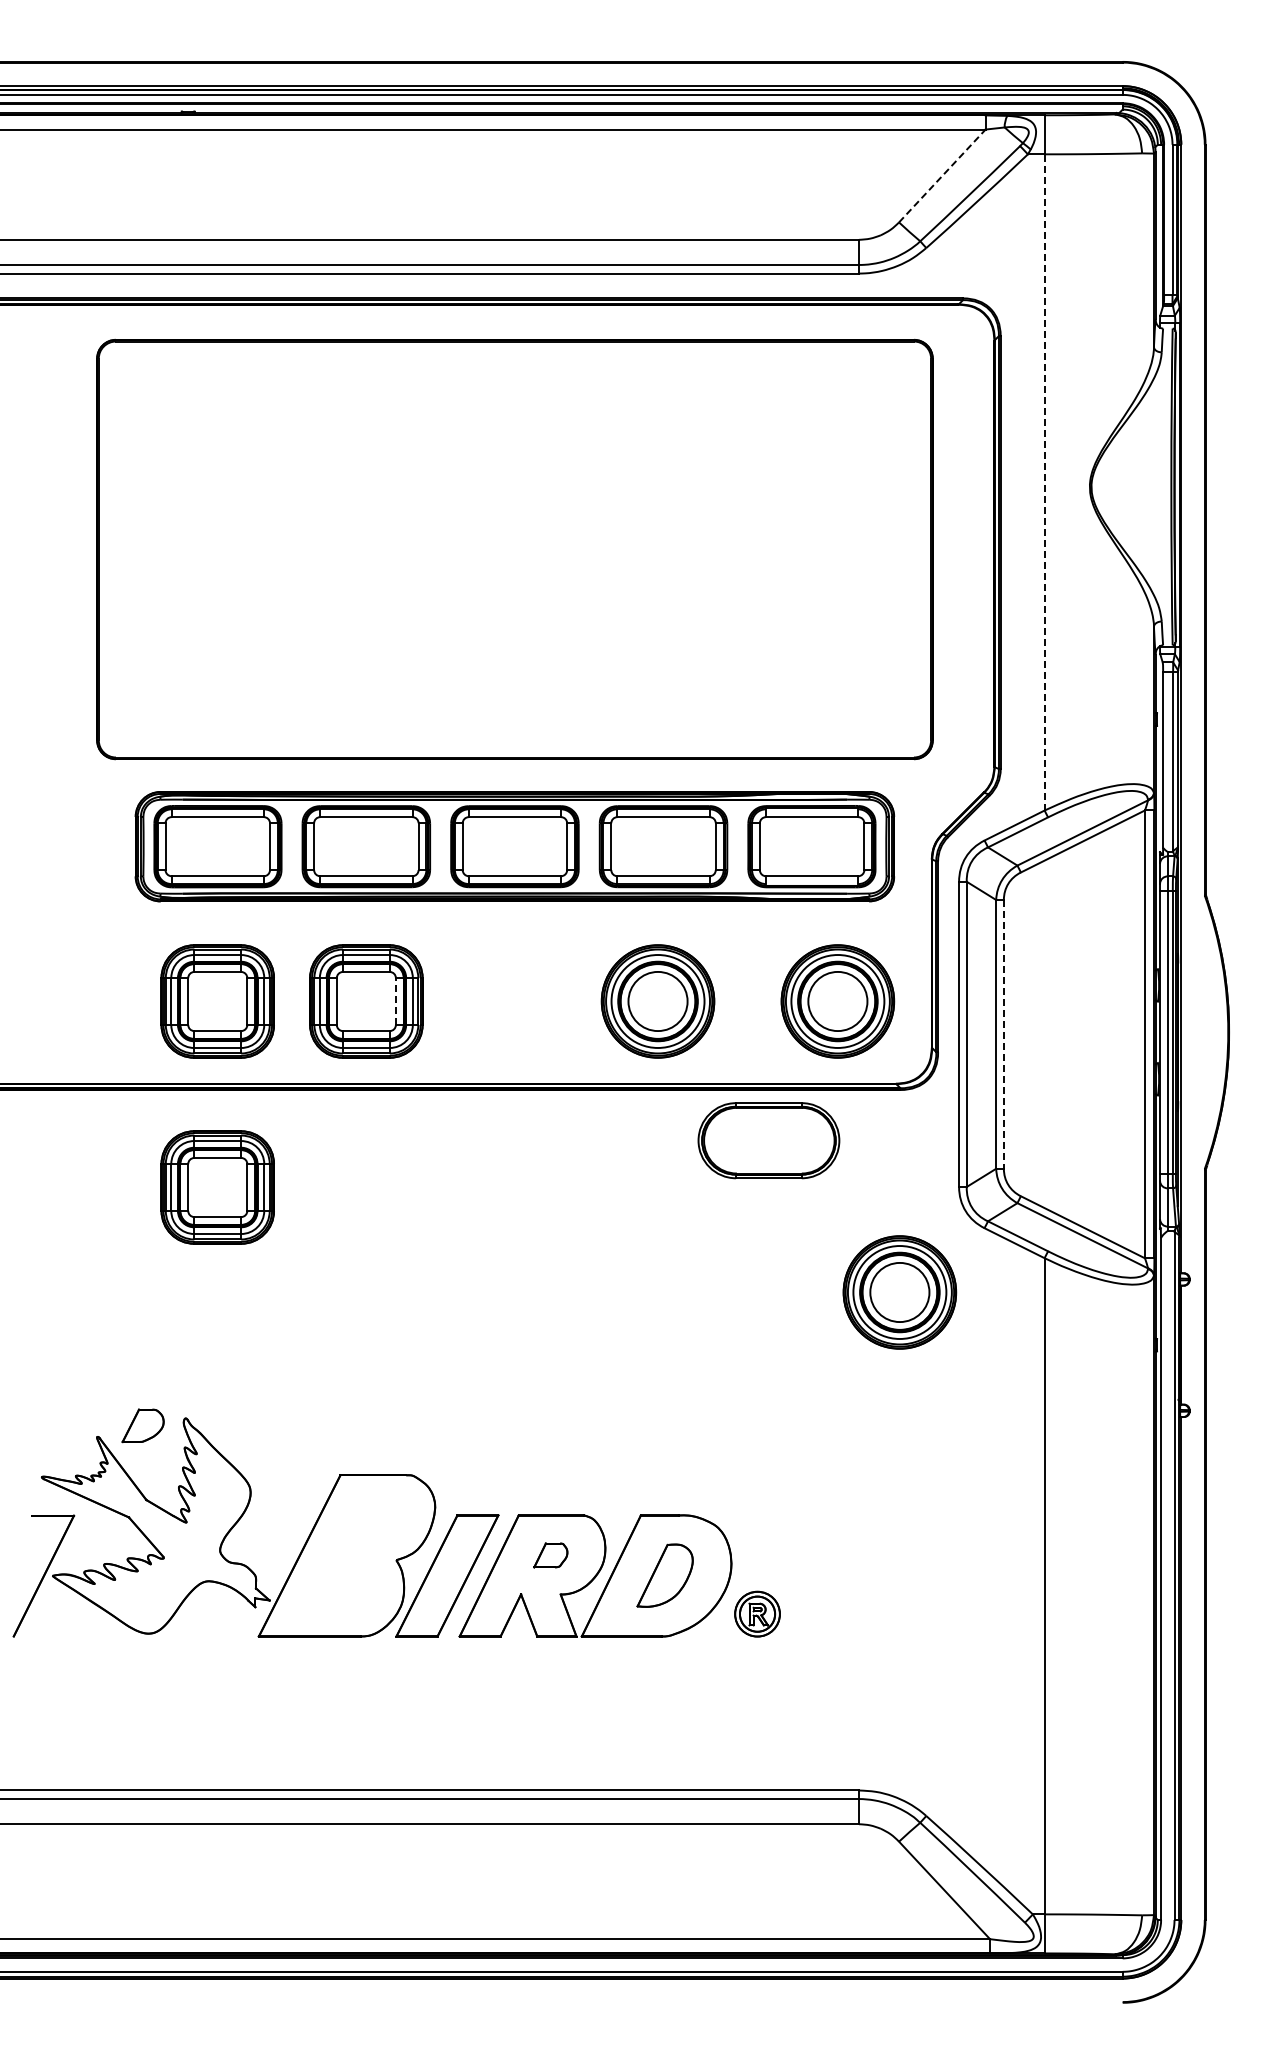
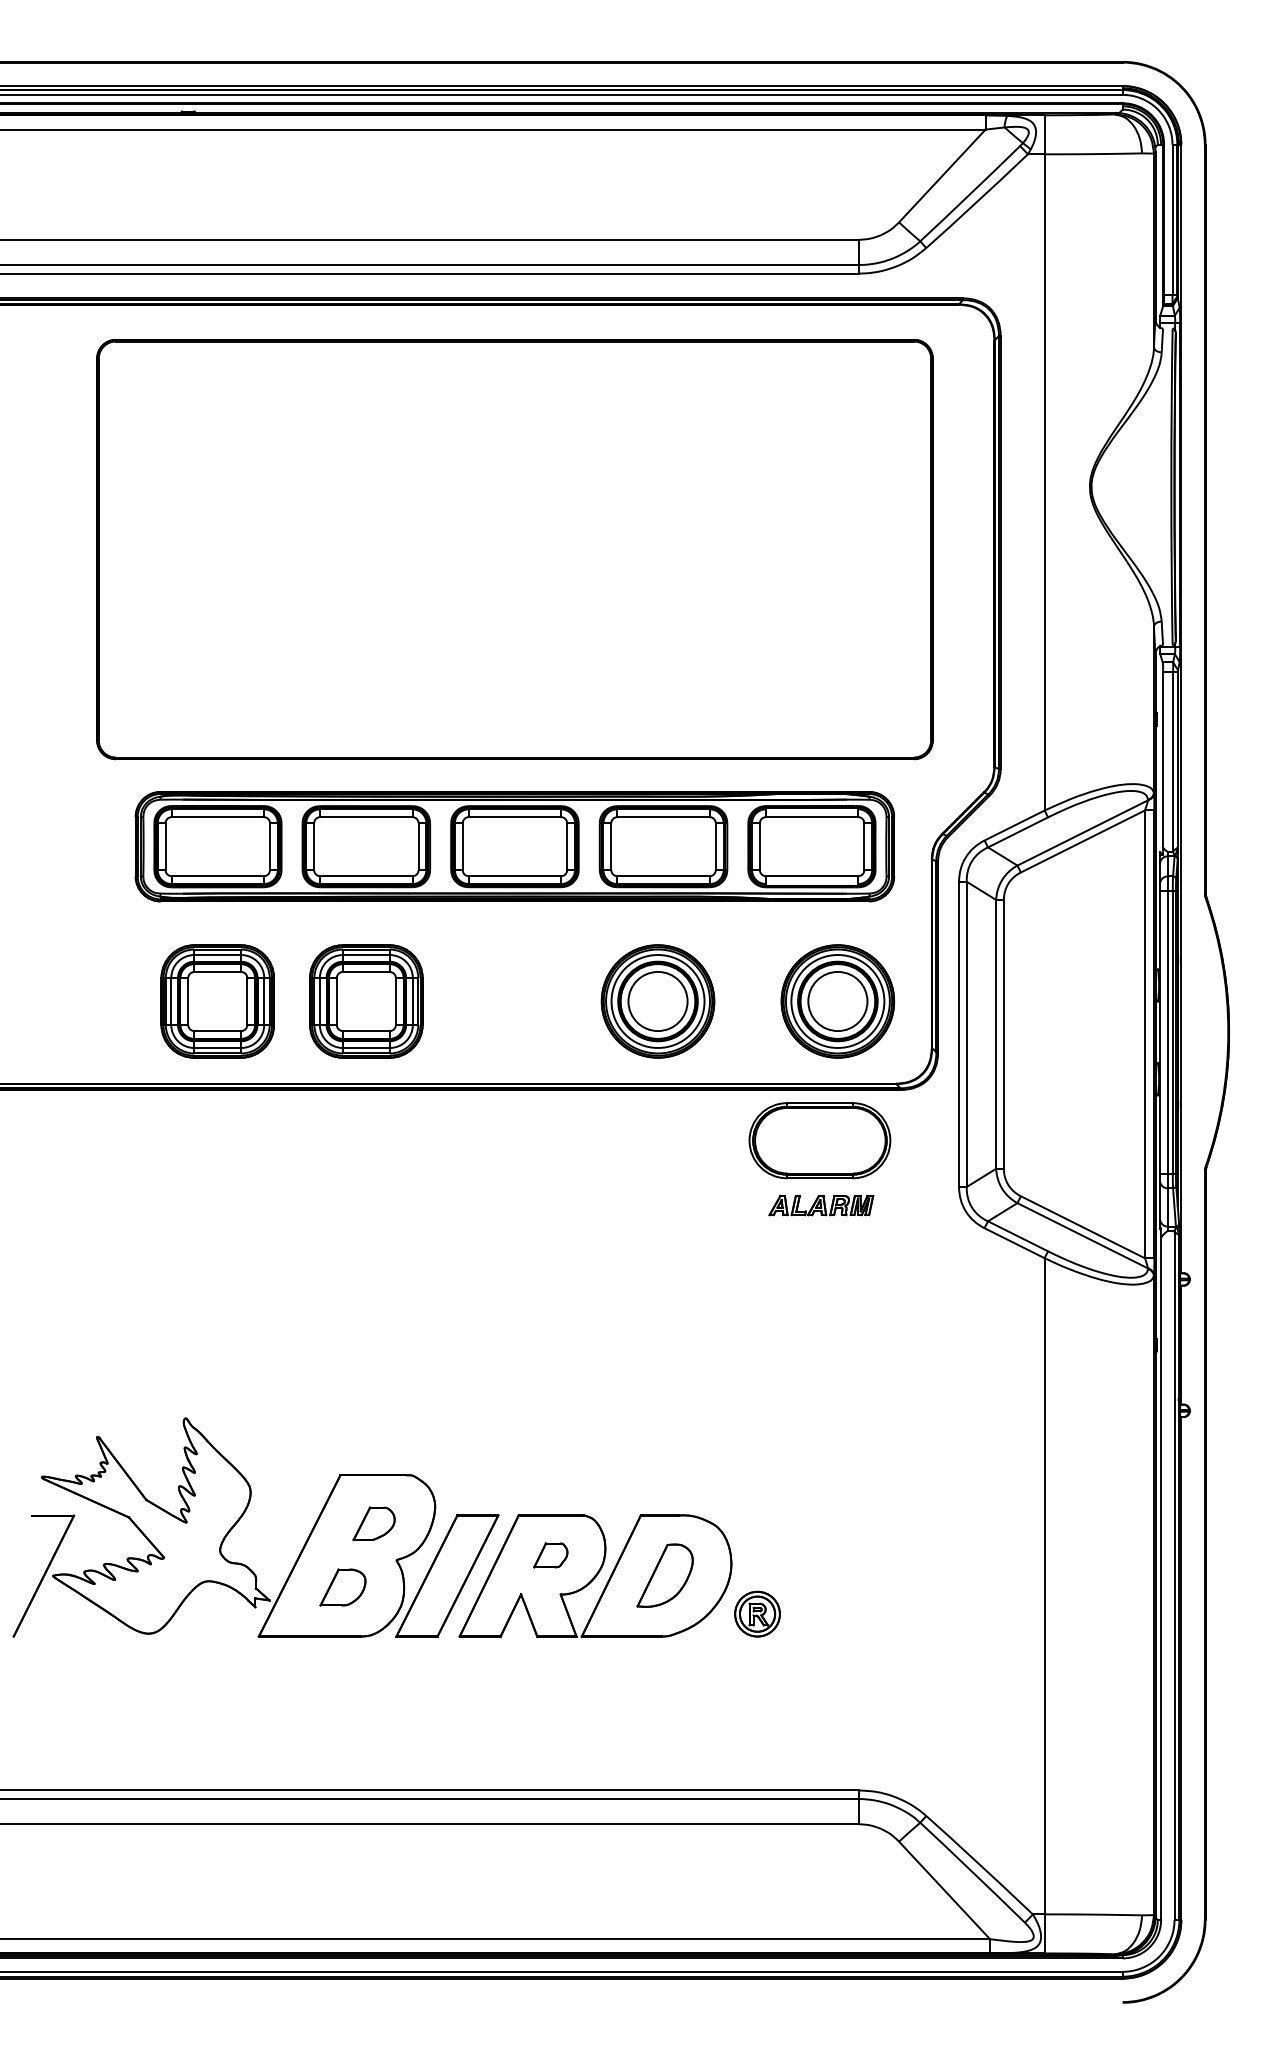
line at (942, 175): dashed -> solid
line at (1044, 481): dashed -> solid
line at (395, 1001): dashed -> solid
line at (1003, 1034): dashed -> solid
part at (768, 1140) position: (768, 1140) -> (819, 1140)
part at (217, 1187): present -> none
part at (821, 1205): none -> present
part at (899, 1292): present -> none
part at (142, 1425) position: (142, 1425) -> (373, 1523)
part at (342, 1587): none -> present
